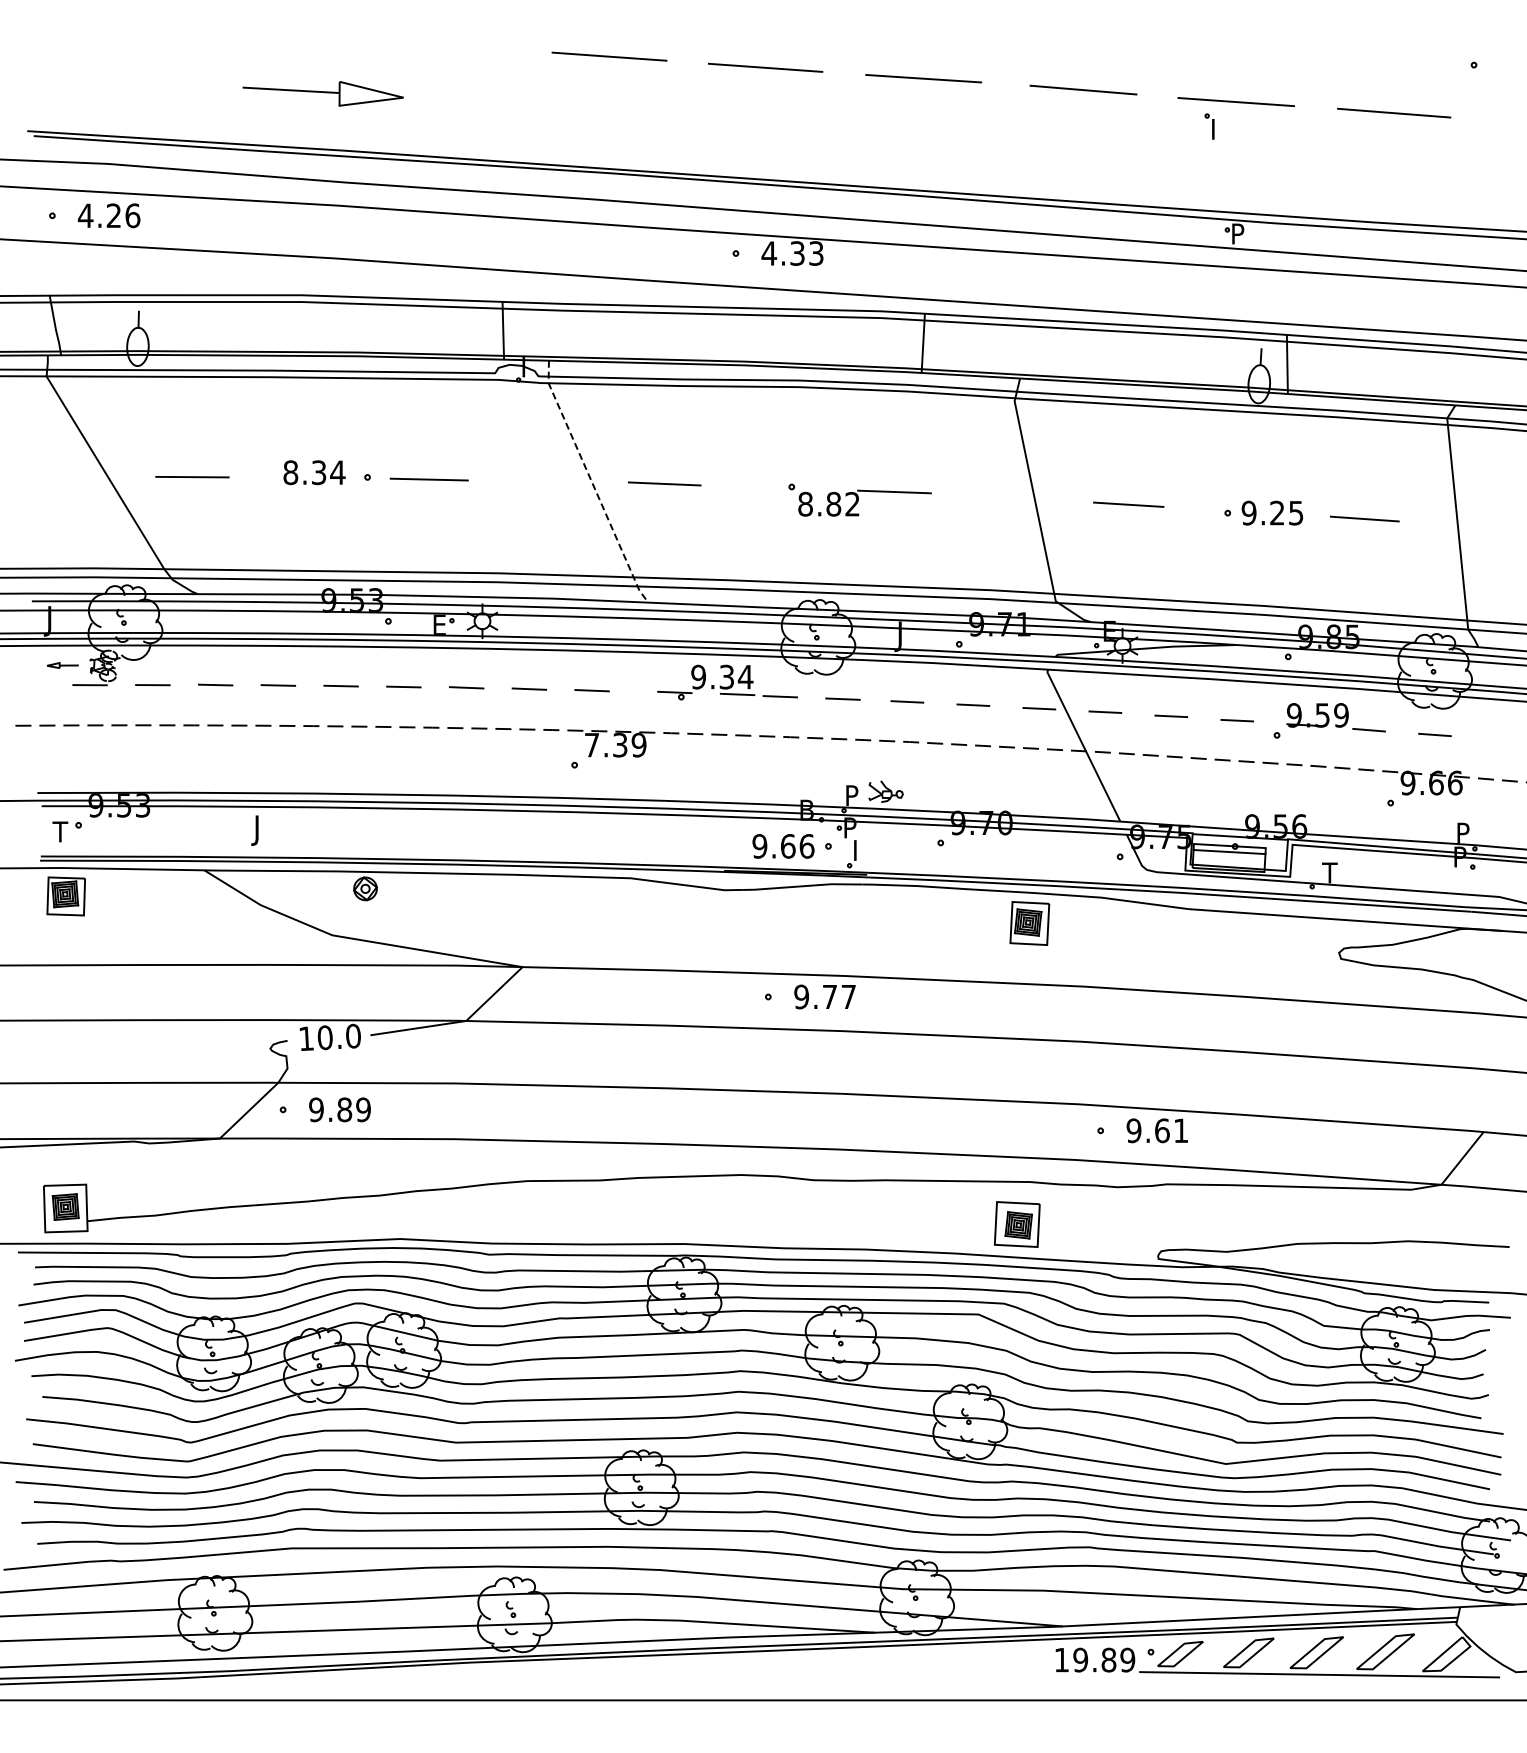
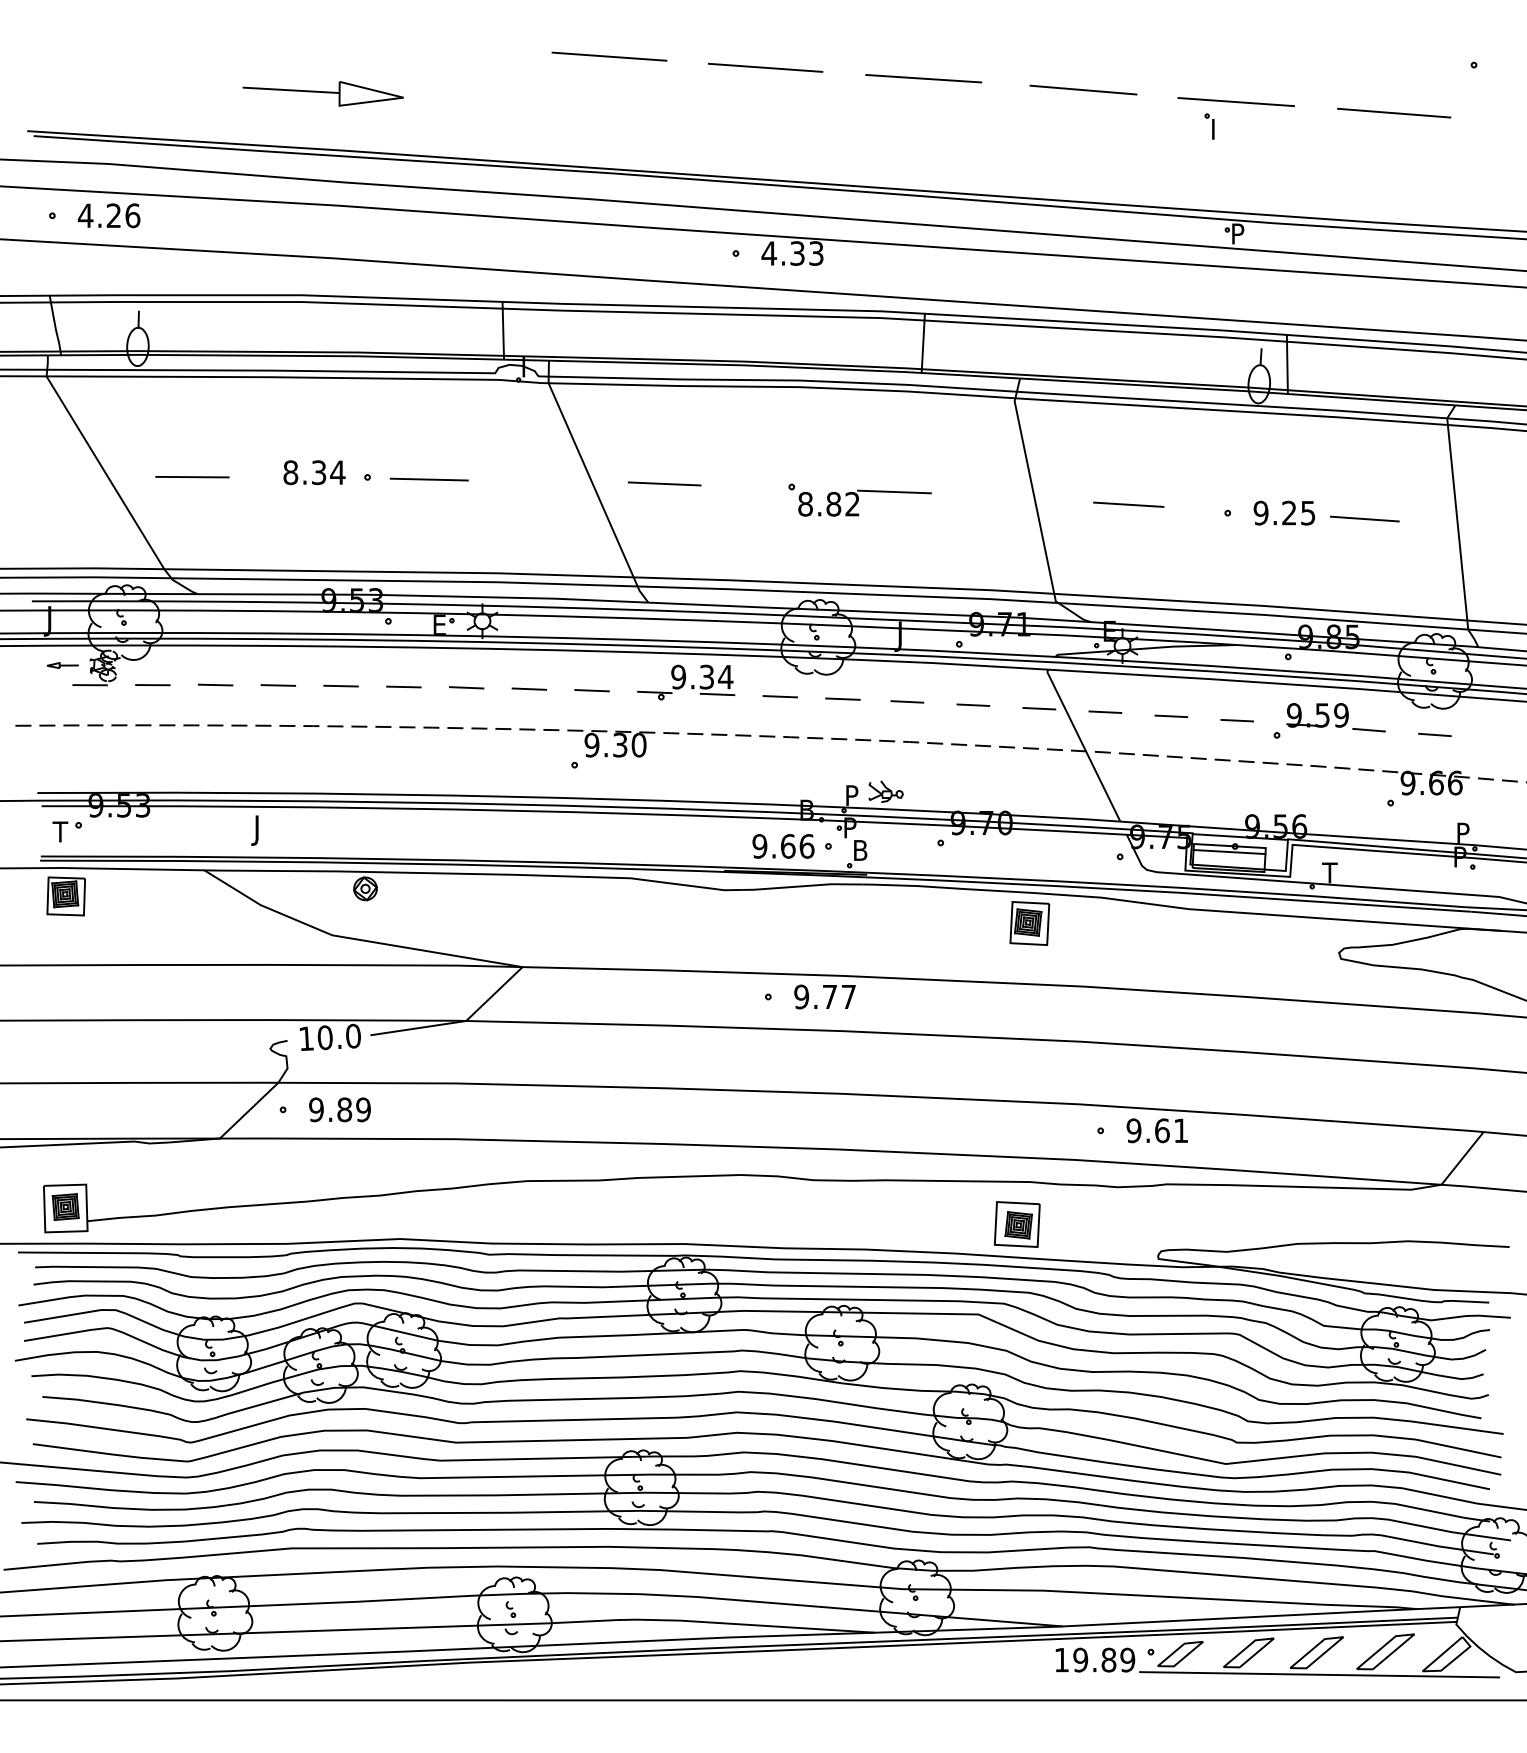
line at (592, 483): dashed -> solid
text at (1272, 512) position: (1272, 512) -> (1284, 512)
part at (706, 682) position: (706, 682) -> (686, 682)
text at (615, 744): 7.39 -> 9.30
text at (861, 850): I -> B
